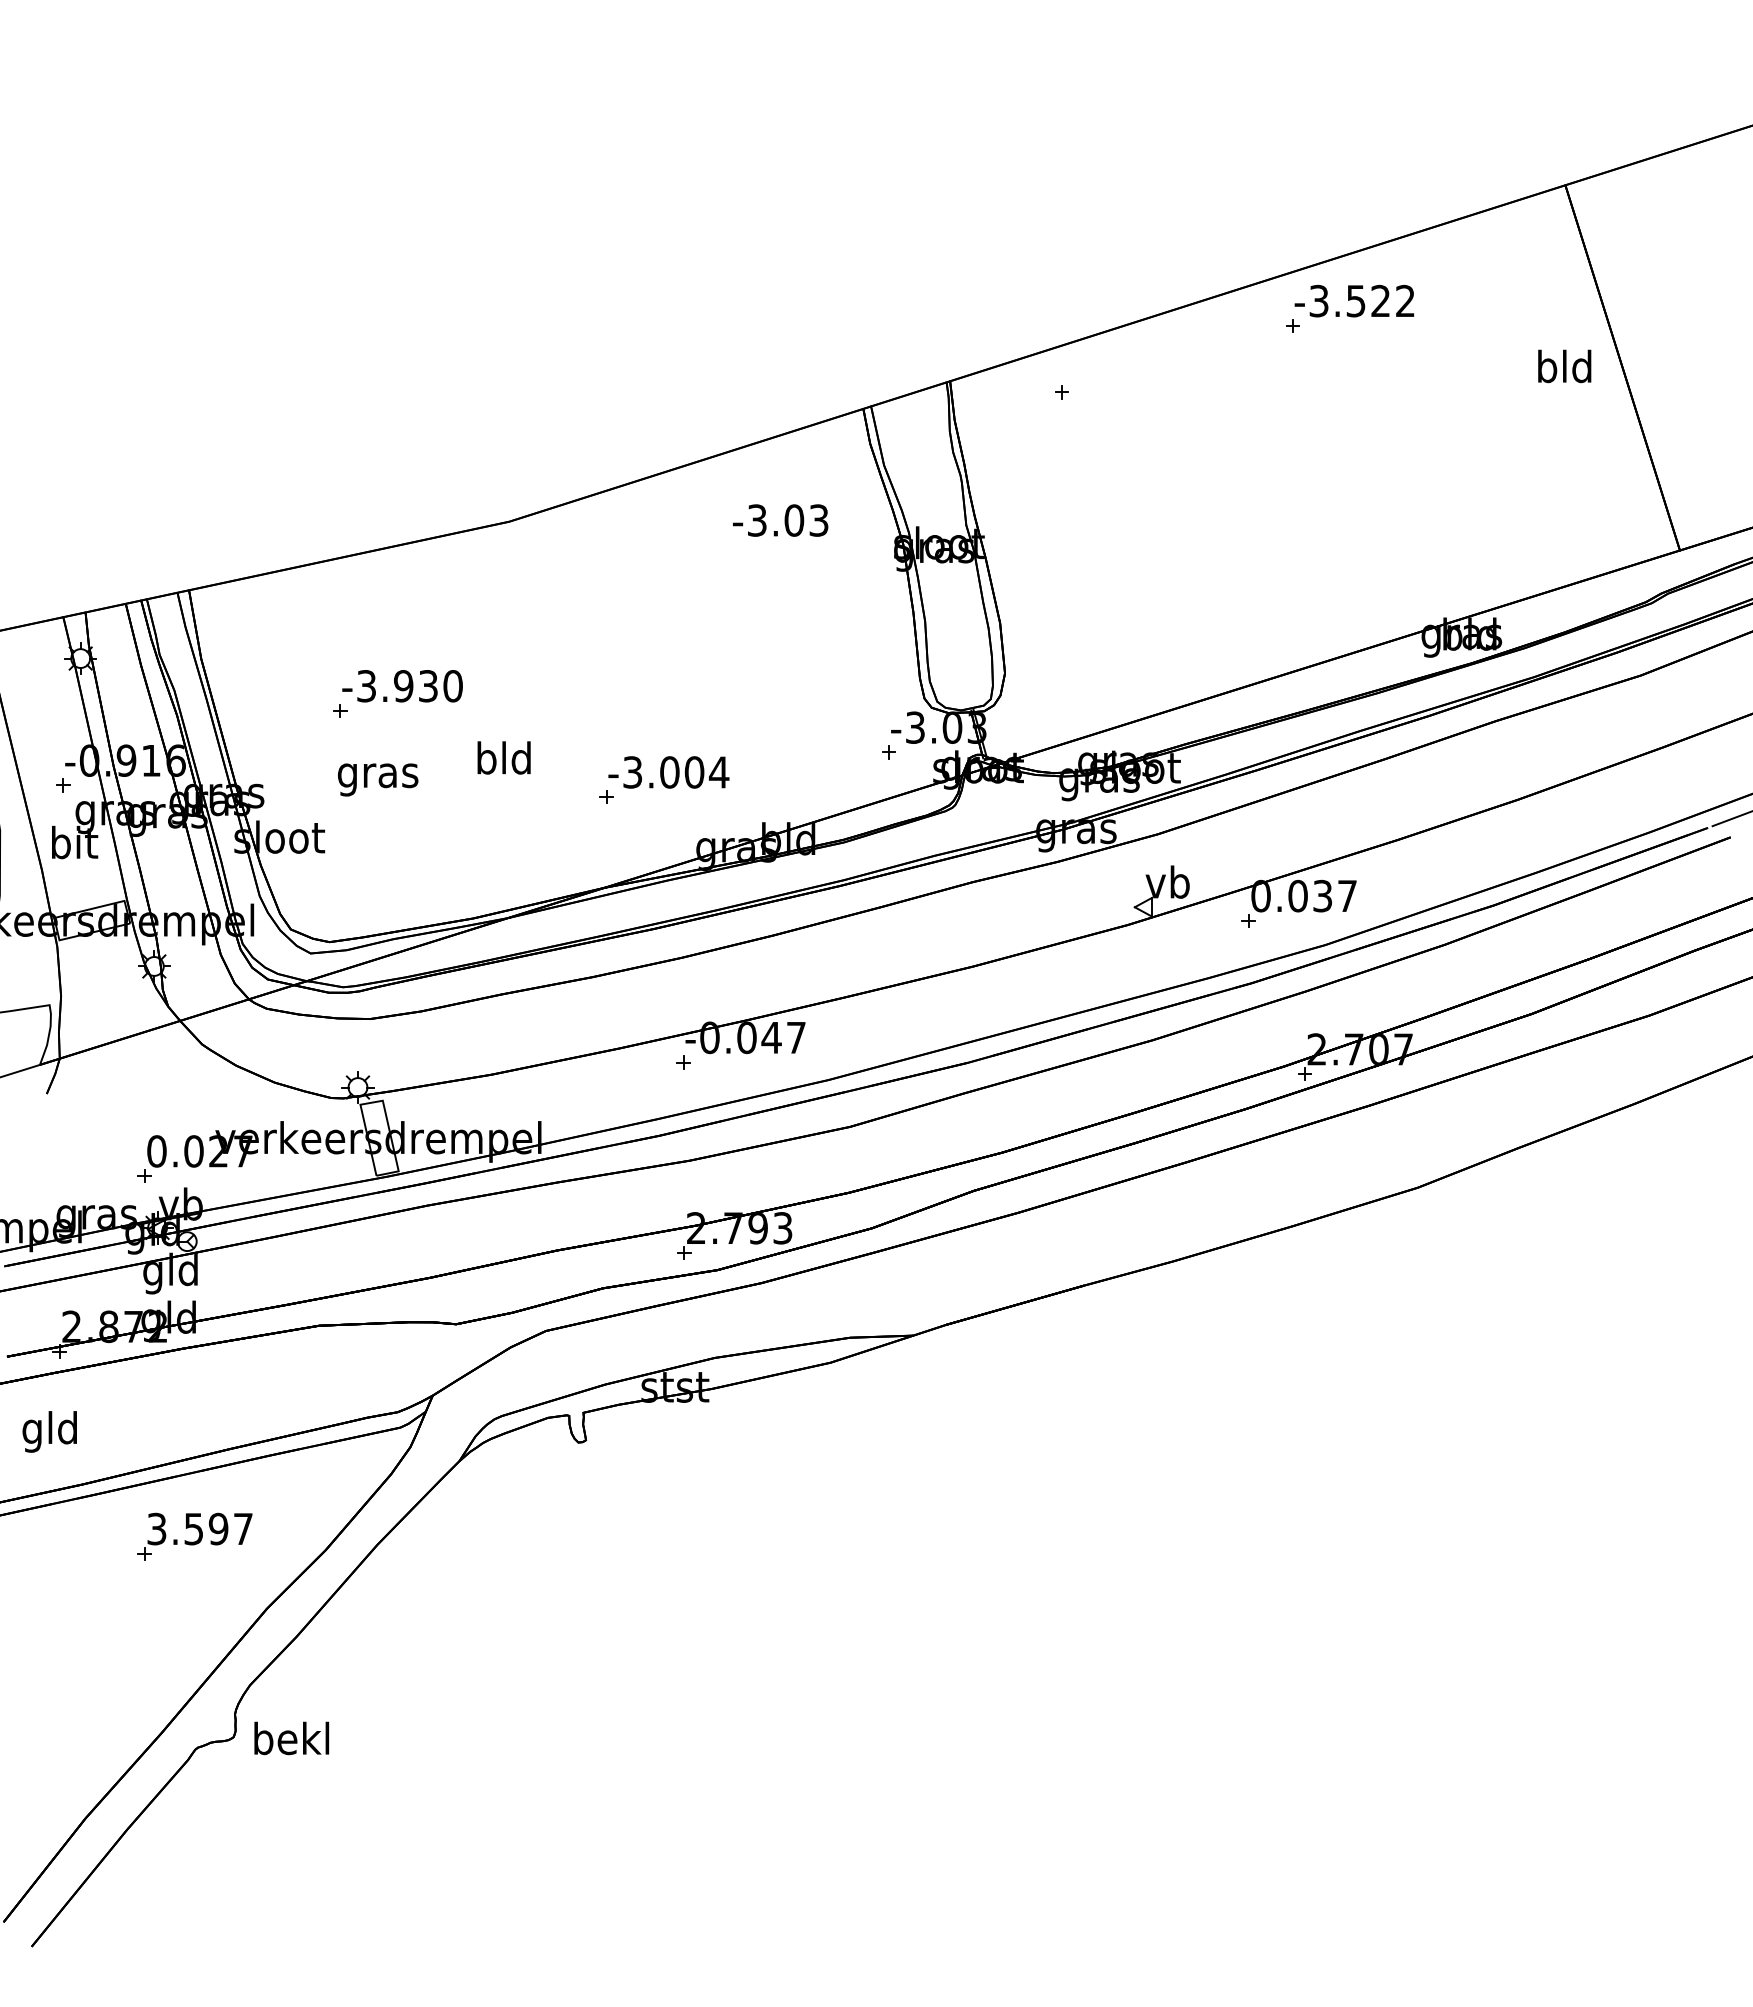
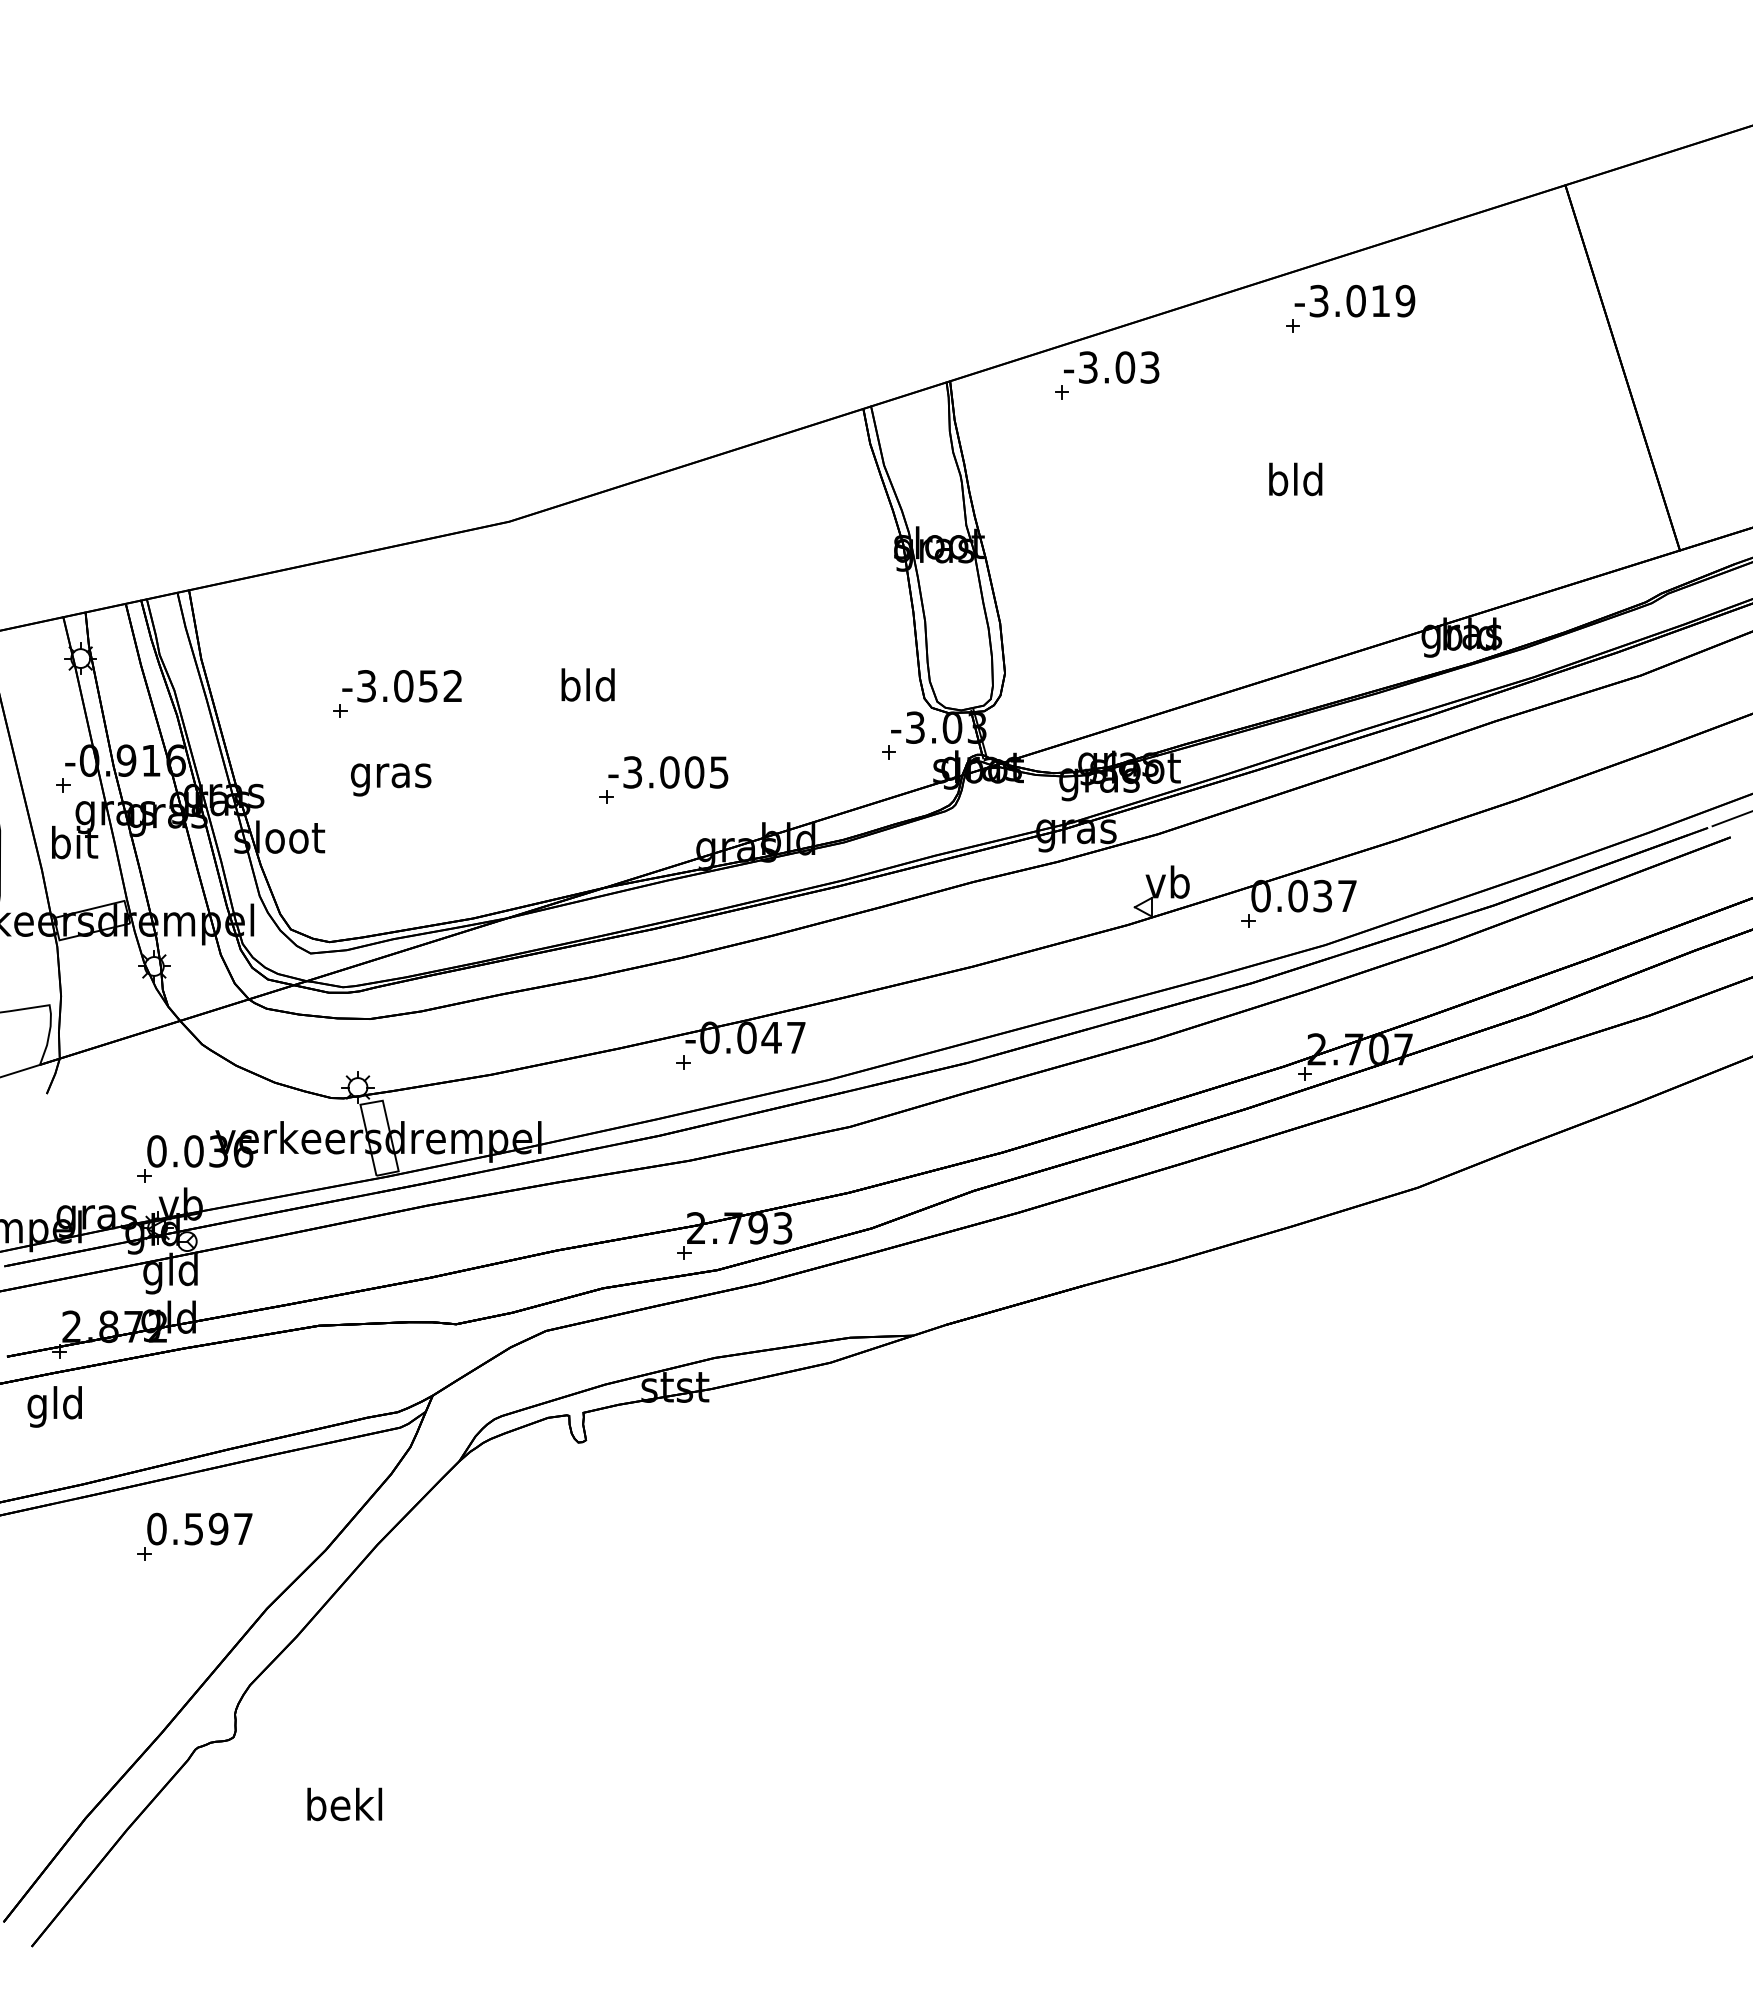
text at (1380, 300): -3.522 -> -3.019
text at (1564, 366) position: (1564, 366) -> (1295, 479)
text at (780, 520) position: (780, 520) -> (1111, 367)
text at (428, 686): -3.930 -> -3.052
text at (503, 757) position: (503, 757) -> (587, 684)
text at (718, 772): -3.004 -> -3.005
text at (378, 779) position: (378, 779) -> (391, 779)
text at (231, 1151): 0.027 -> 0.036
text at (49, 1431) position: (49, 1431) -> (54, 1406)
text at (156, 1528): 3.597 -> 0.597
text at (291, 1738) position: (291, 1738) -> (344, 1804)
